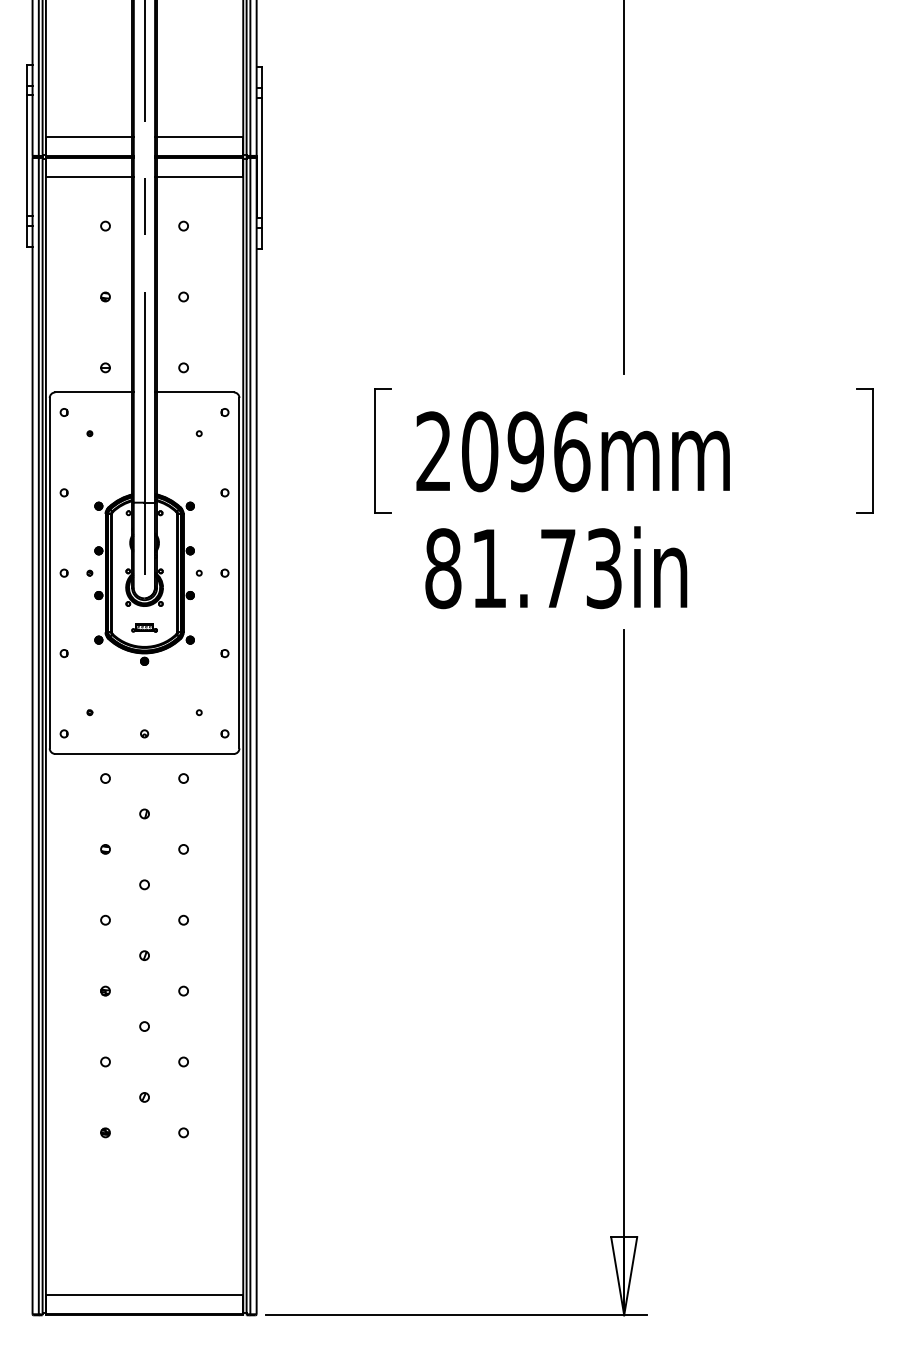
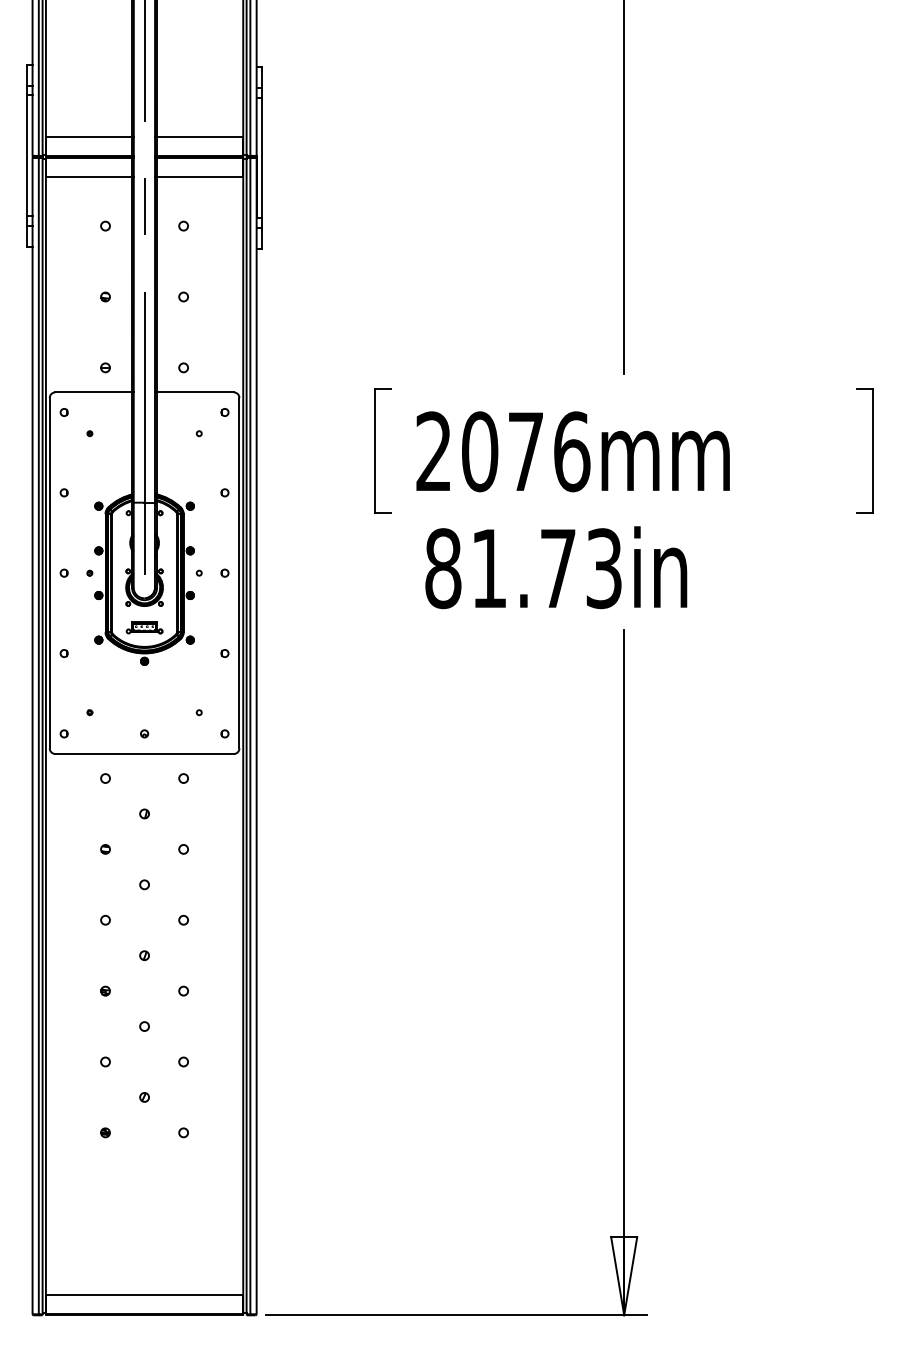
text at (525, 451): 2096mm -> 2076mm
part at (144, 627) size: 27x10 px -> 39x14 px
